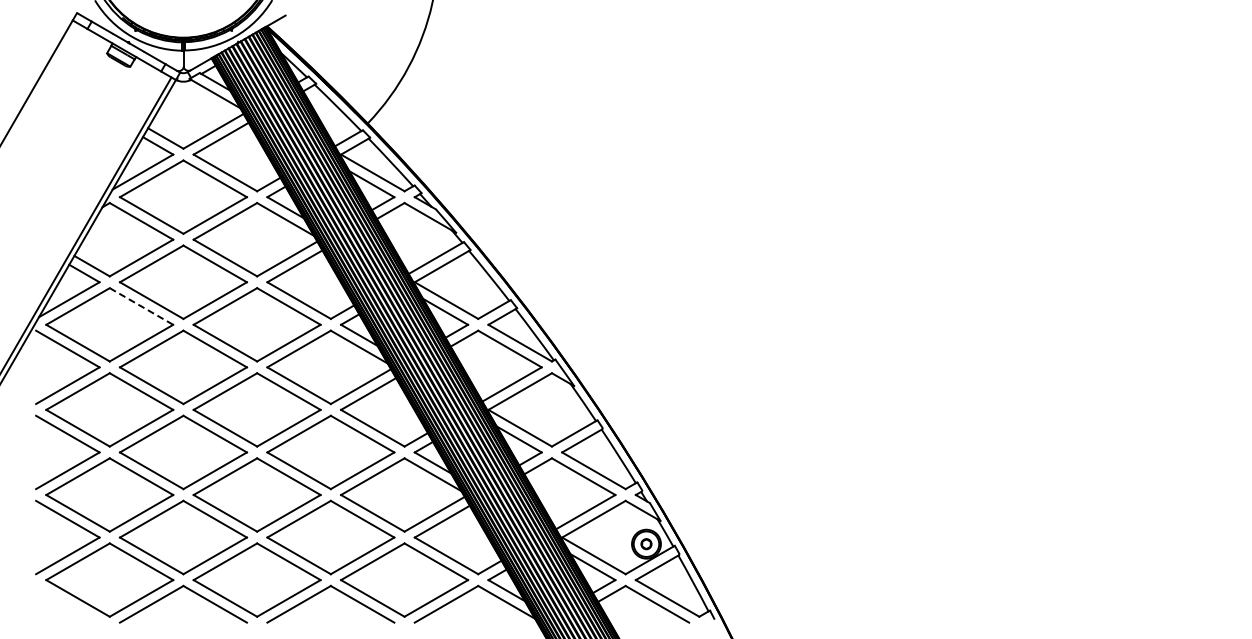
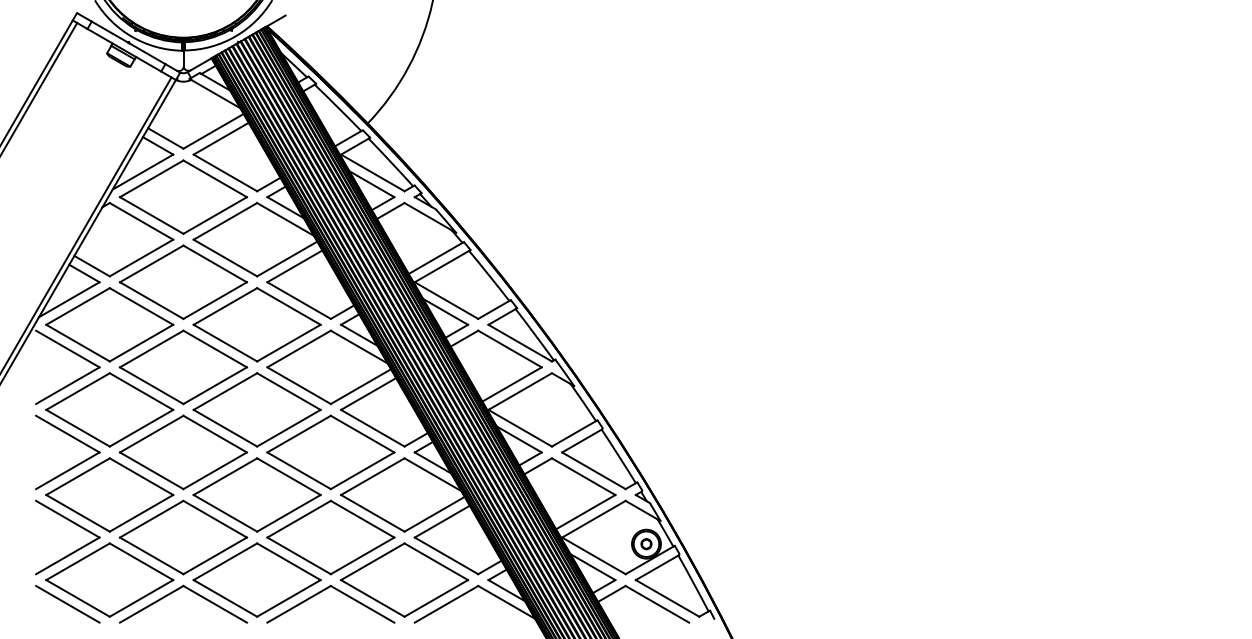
line at (39, 87): none -> present
line at (141, 306): dashed -> solid
line at (67, 603): none -> present
